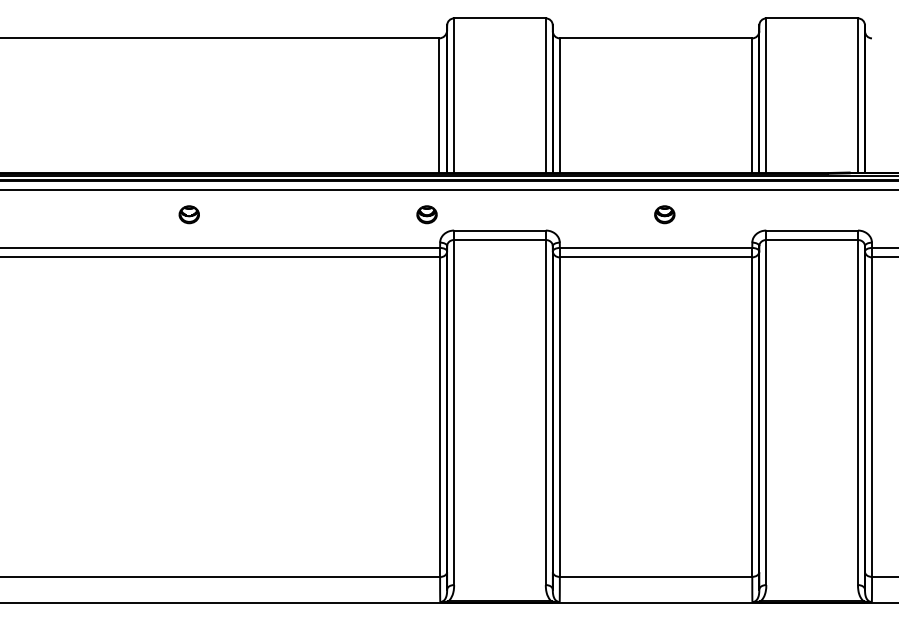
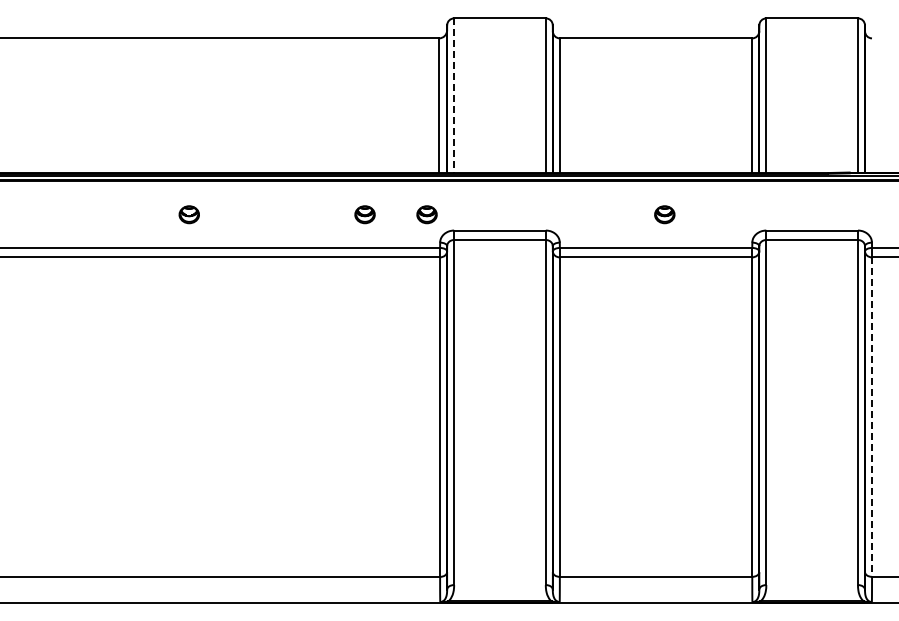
line at (454, 96): solid -> dashed
line at (448, 189): present -> none
part at (364, 214): none -> present
line at (872, 417): solid -> dashed
